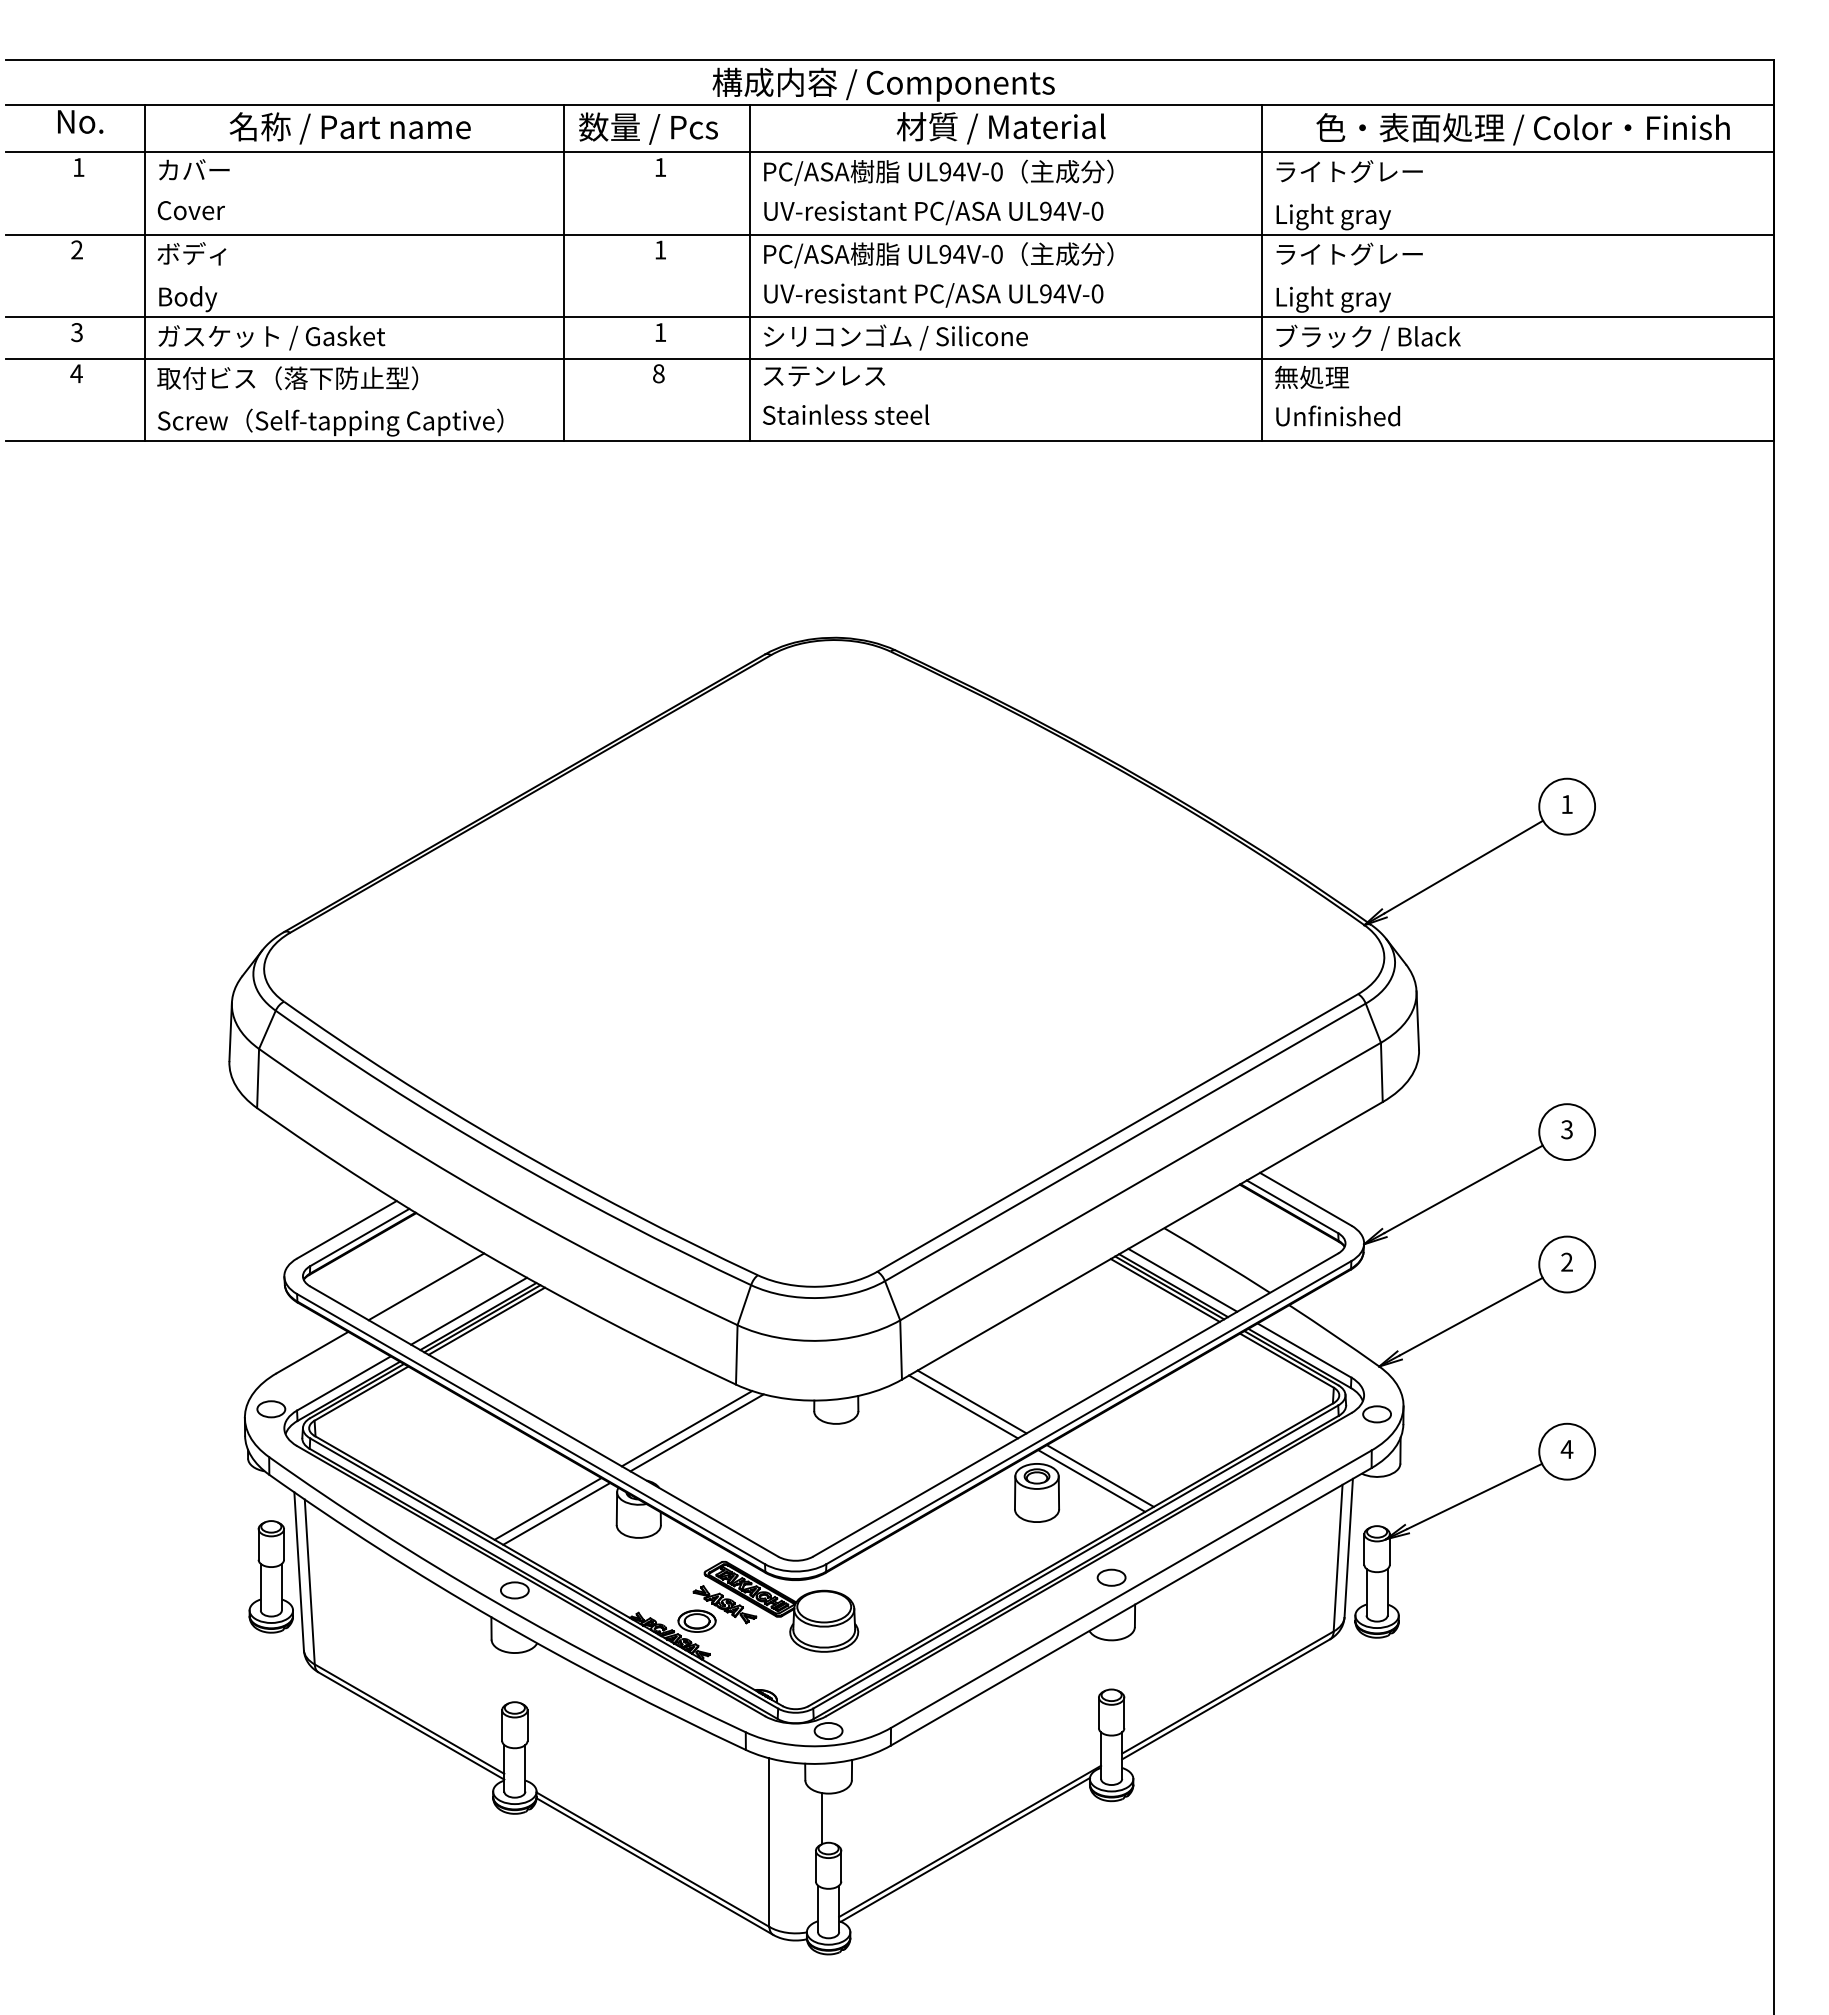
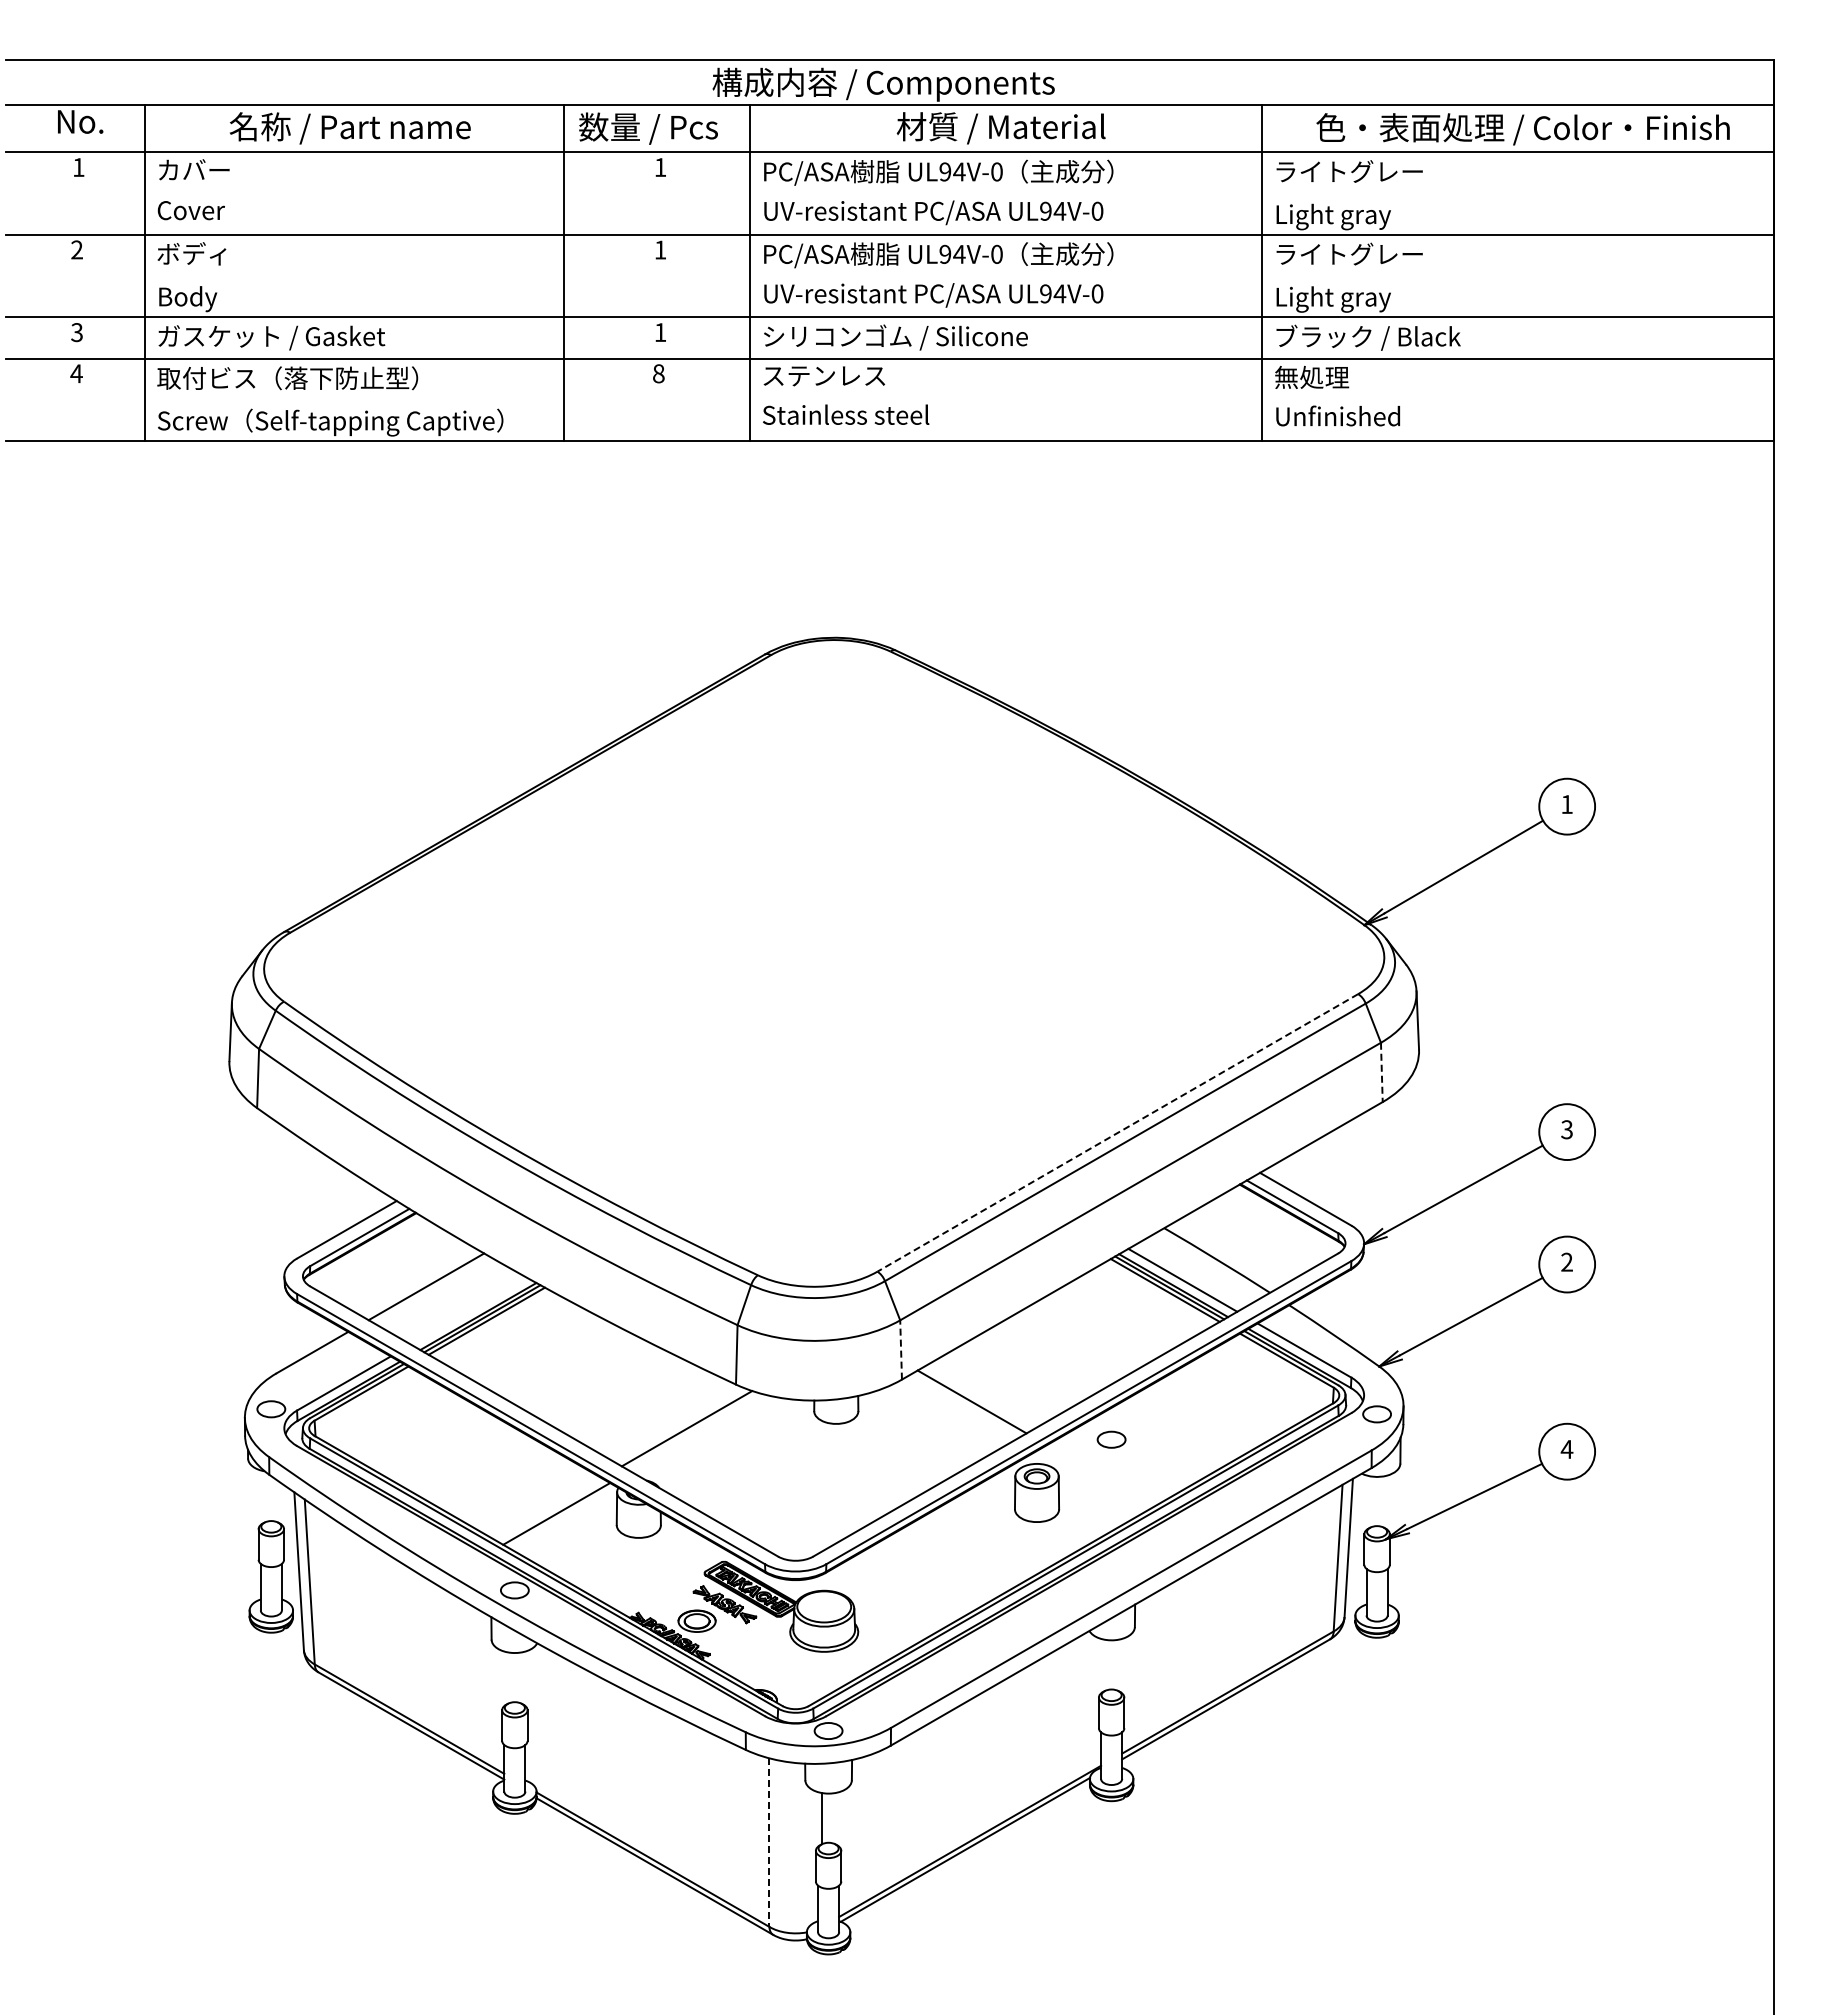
line at (1381, 1072): solid -> dashed
line at (1117, 1132): solid -> dashed
line at (469, 1310): present -> none
line at (901, 1349): solid -> dashed
line at (963, 1406): present -> none
line at (696, 1432): present -> none
line at (1099, 1475): present -> none
line at (1091, 1480): present -> none
line at (547, 1508): present -> none
part at (1111, 1577) position: (1111, 1577) -> (1111, 1439)
line at (769, 1843): solid -> dashed
